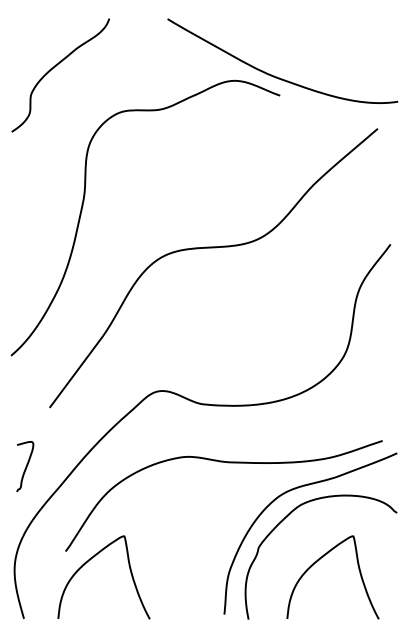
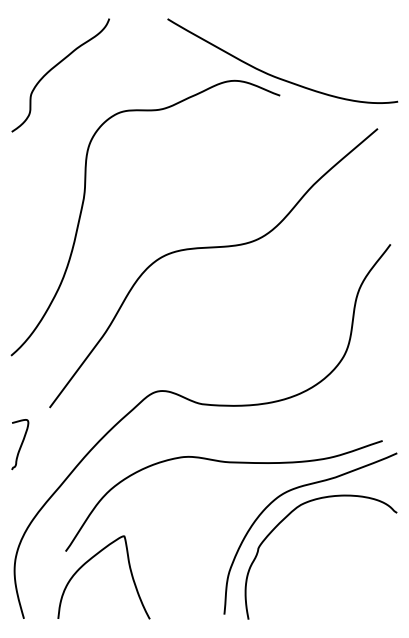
curve at (25, 466) position: (25, 466) -> (20, 444)
curve at (318, 561): present -> none
